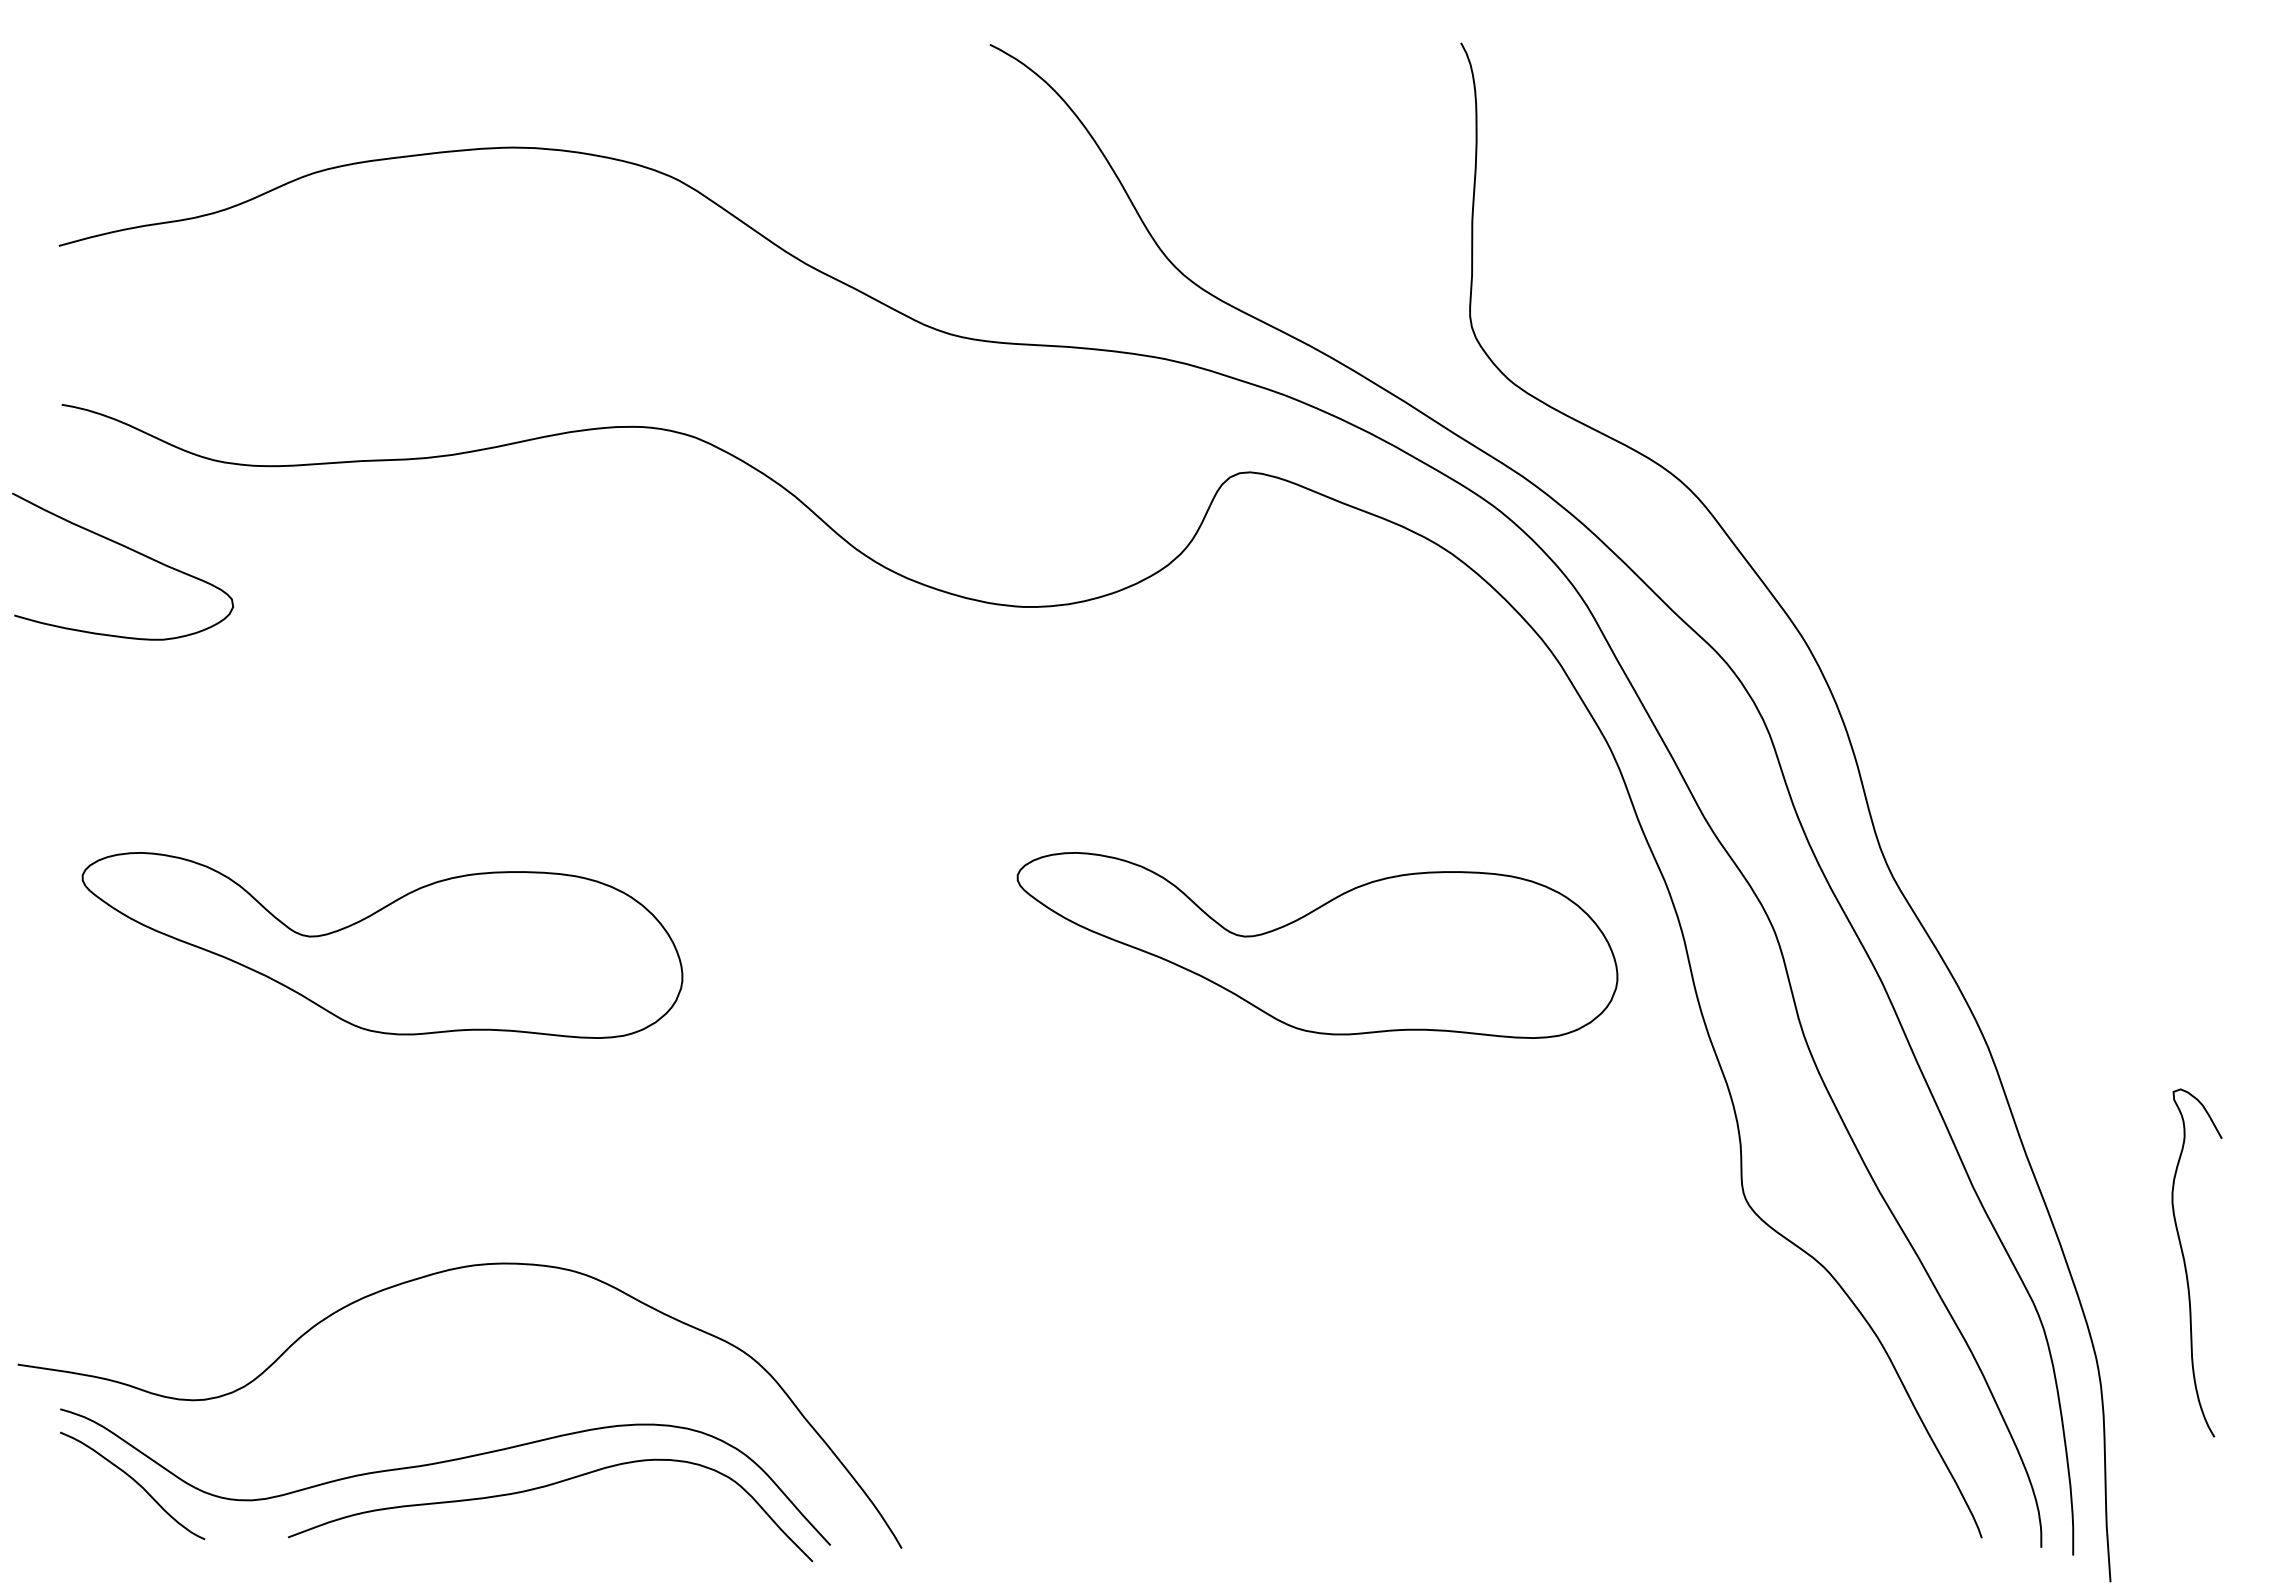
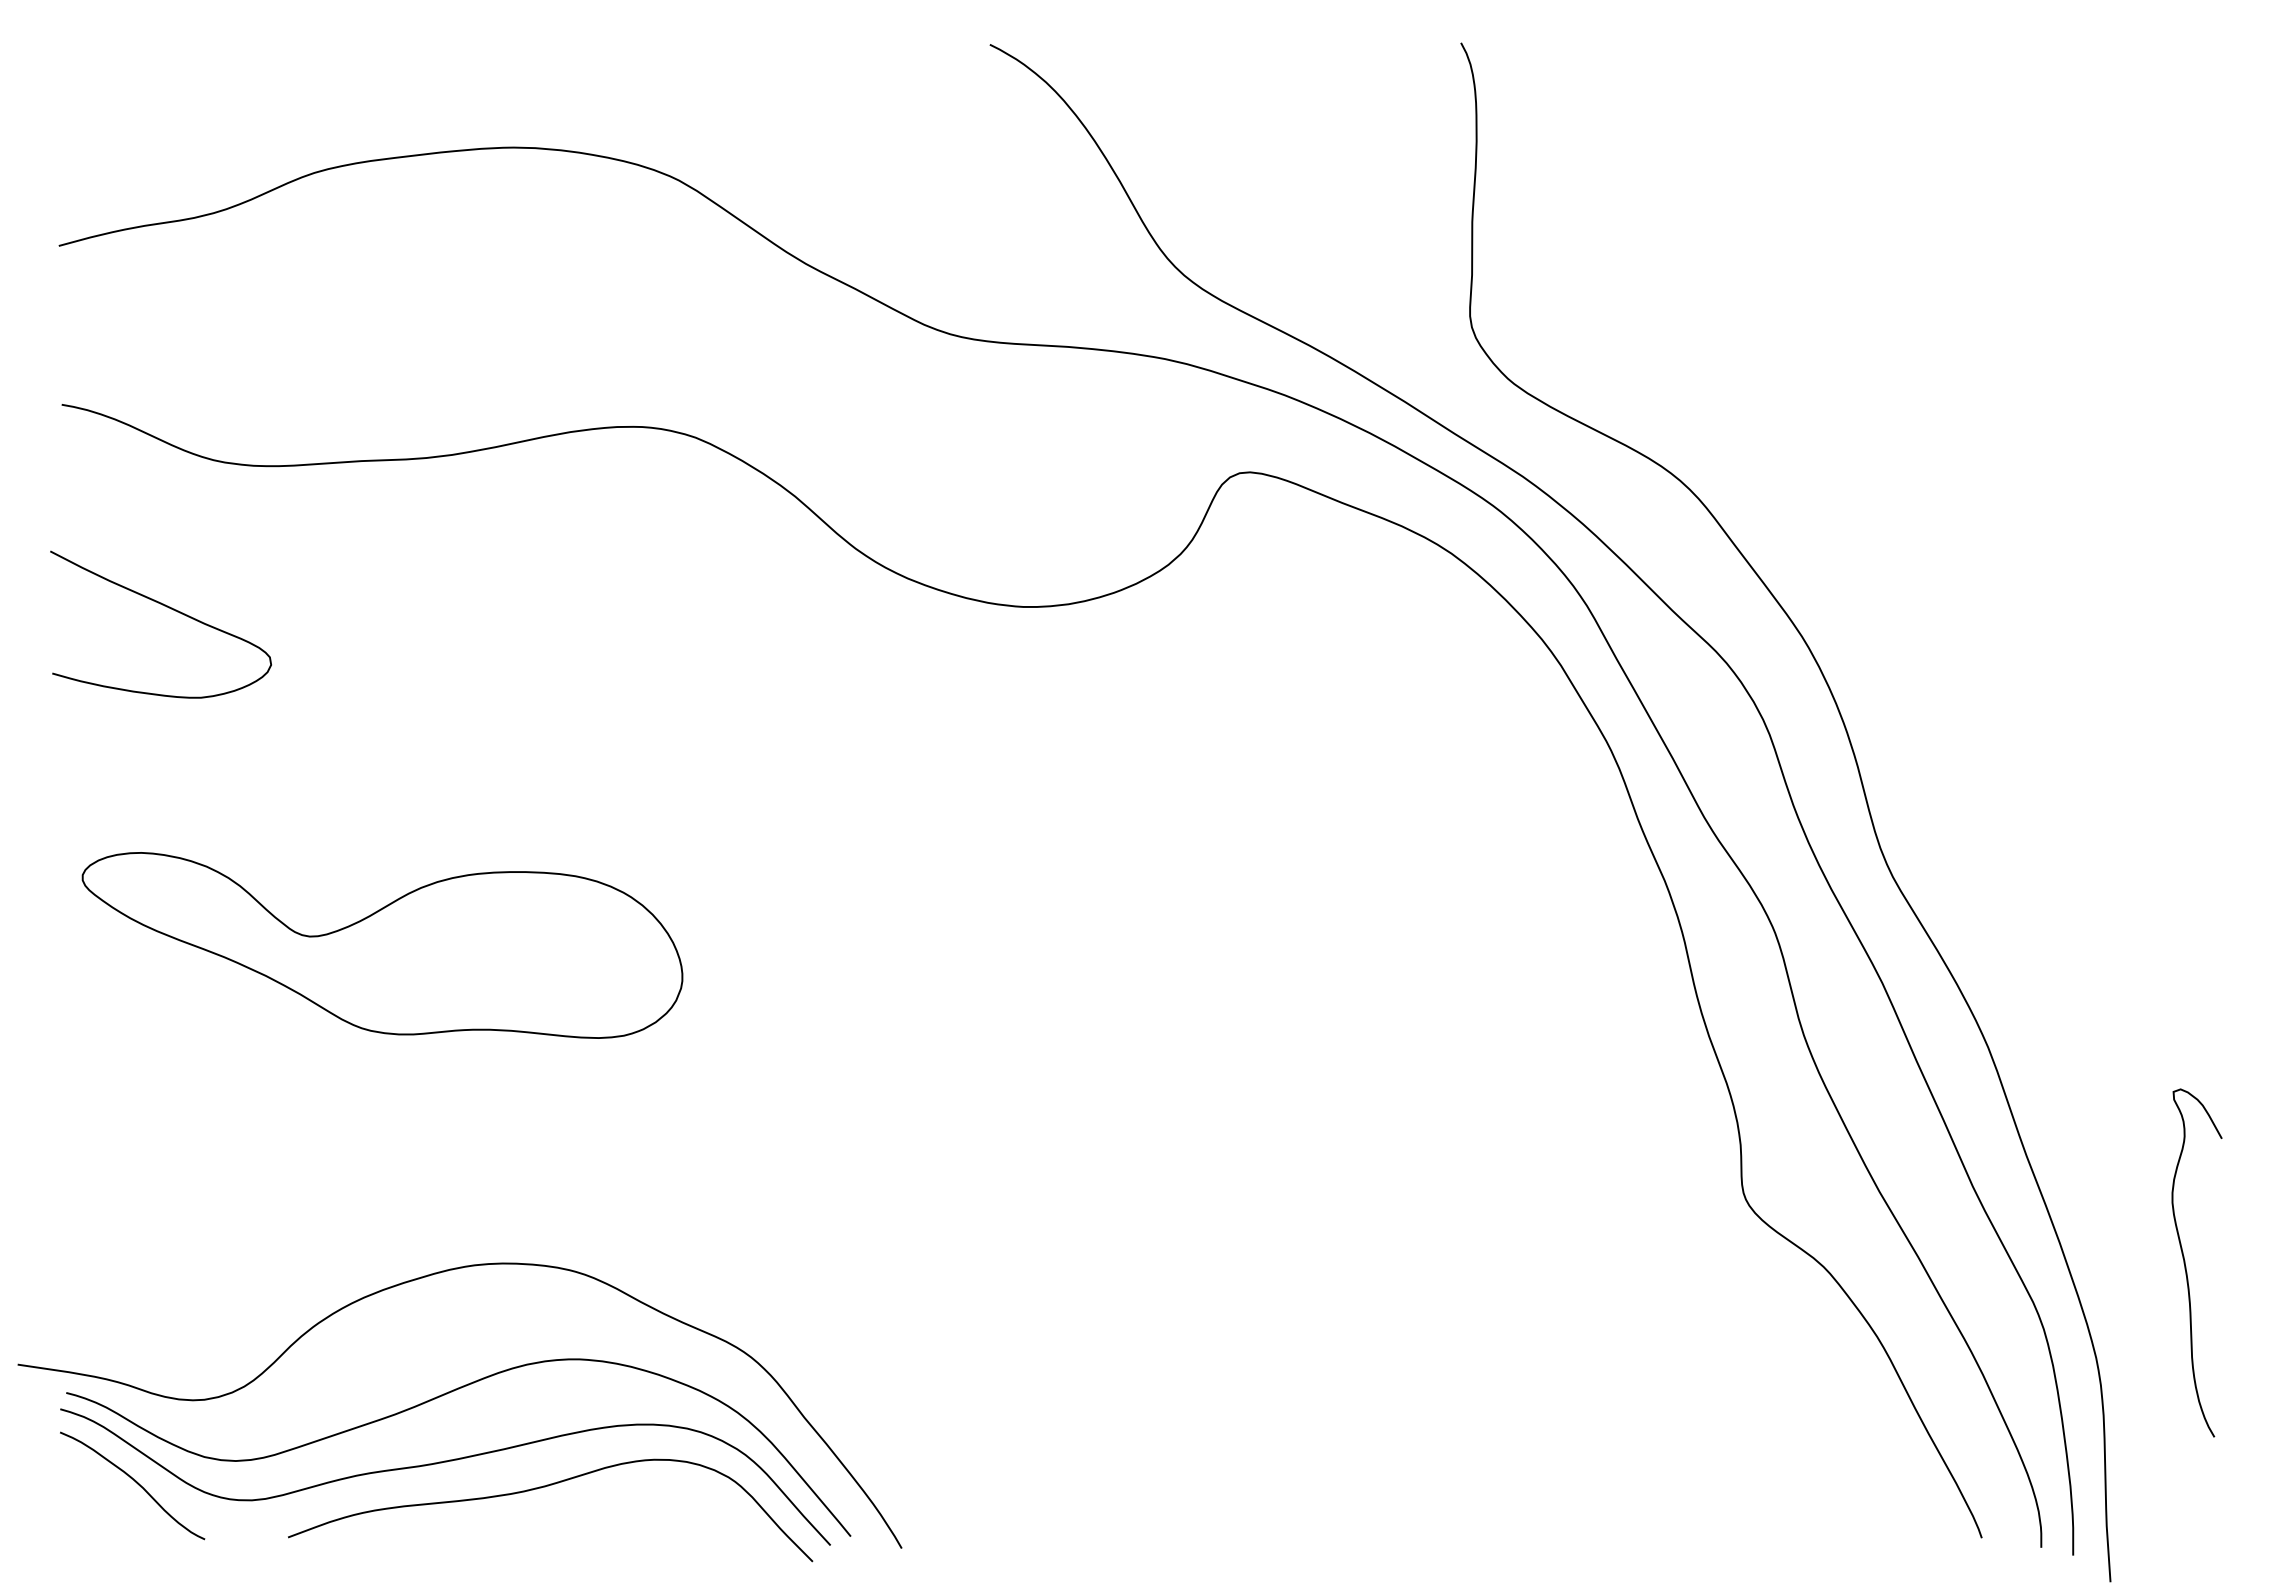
curve at (130, 550) position: (130, 550) -> (168, 608)
part at (1317, 945): present -> none
curve at (435, 1399): none -> present
